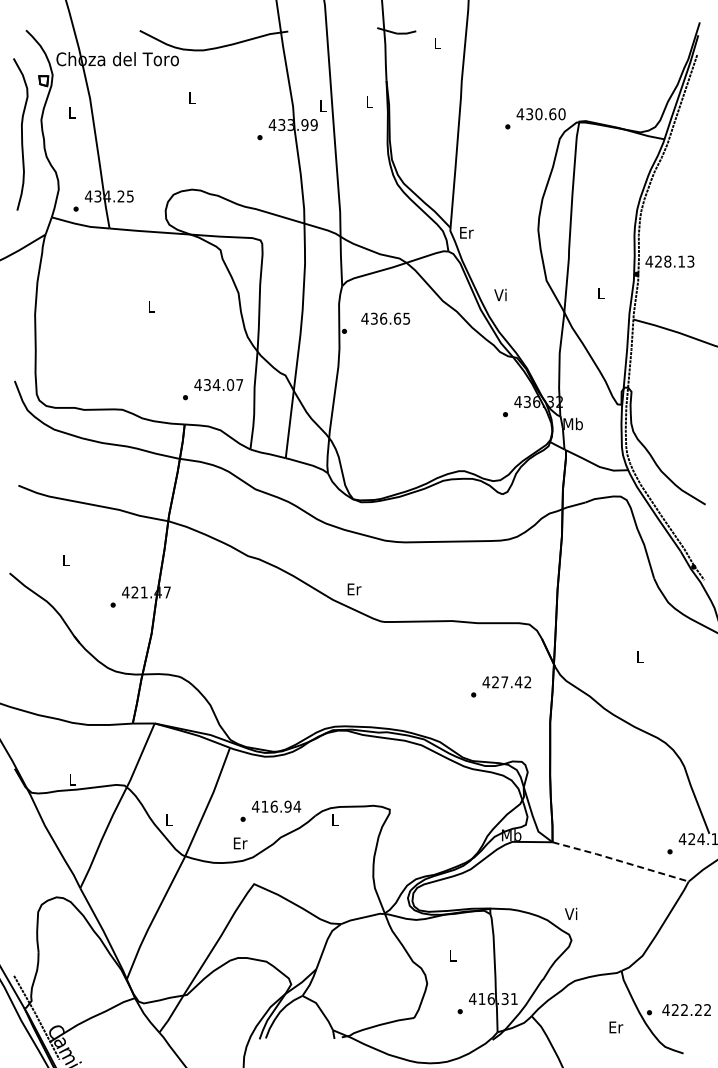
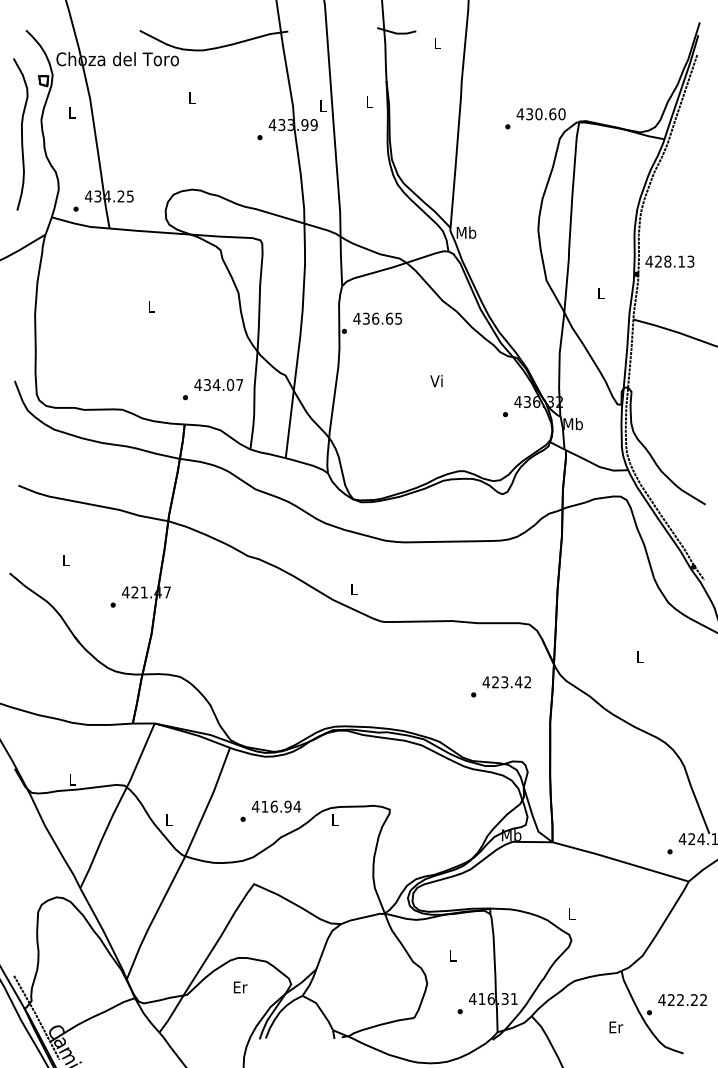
text at (466, 232): Er -> Mb
text at (500, 294) position: (500, 294) -> (436, 380)
text at (385, 318) position: (385, 318) -> (377, 318)
text at (354, 589): Er -> L
text at (504, 682): 427.42 -> 423.42
text at (240, 843) position: (240, 843) -> (240, 987)
line at (620, 861): dashed -> solid
text at (570, 913): Vi -> L
text at (686, 1009) position: (686, 1009) -> (682, 999)
